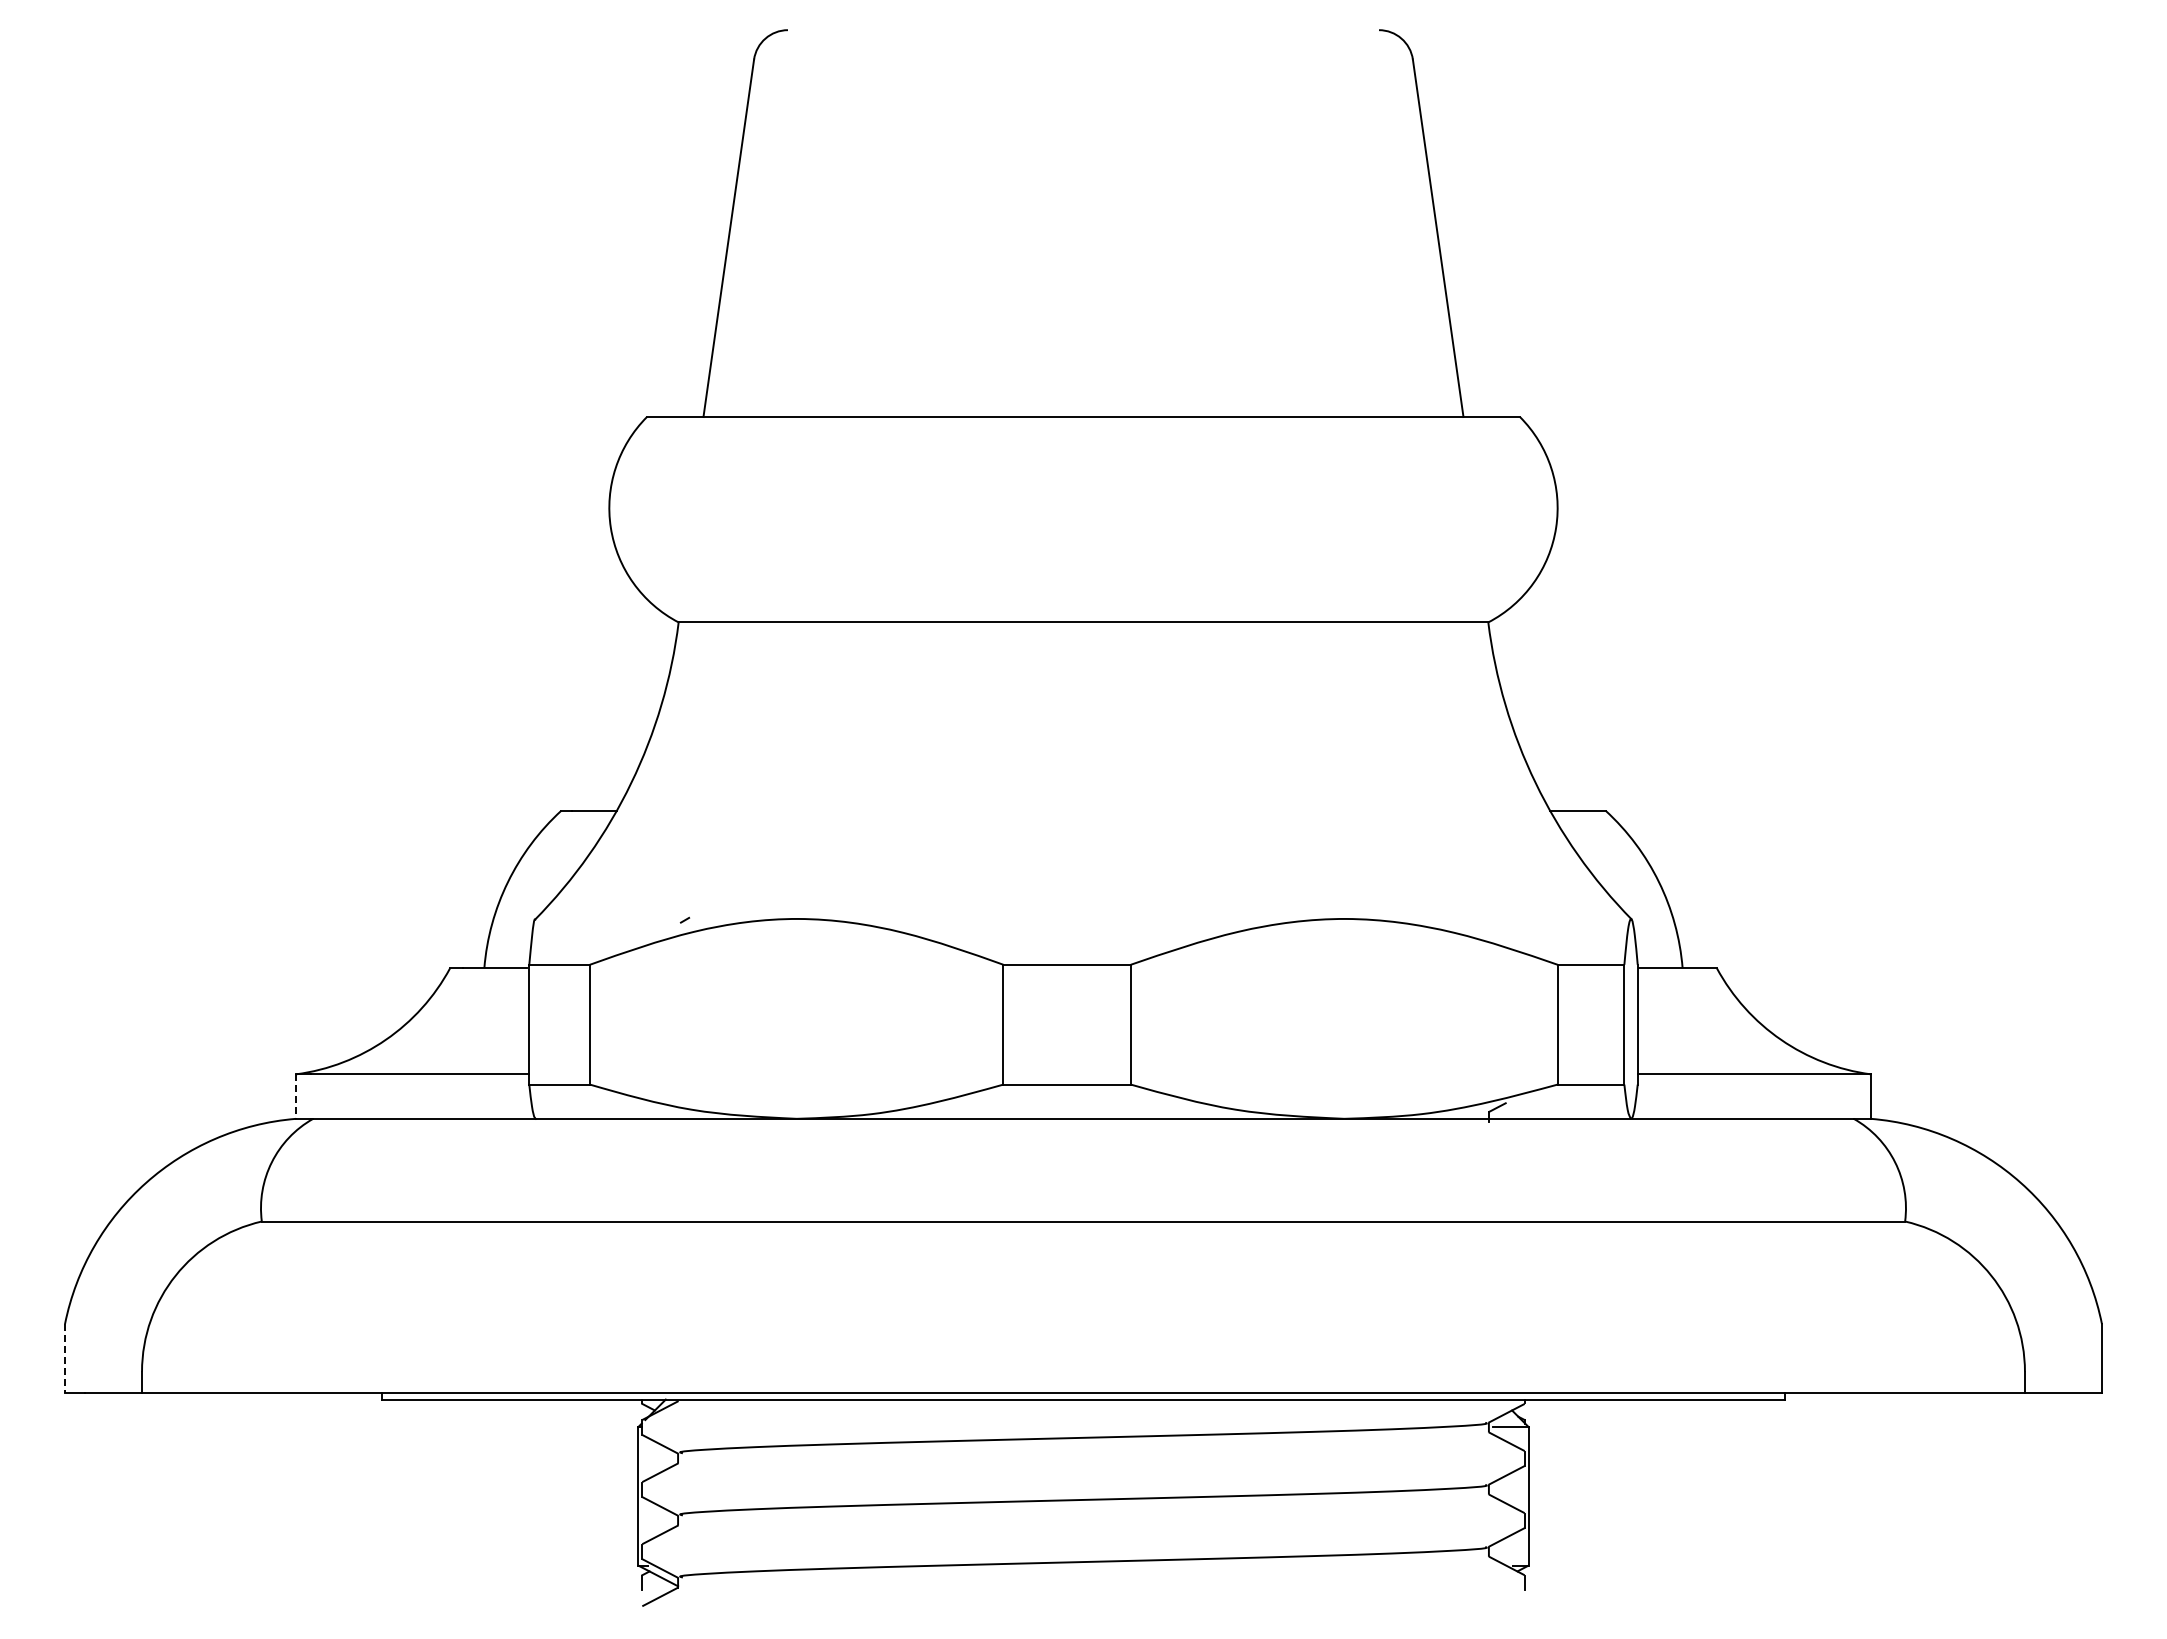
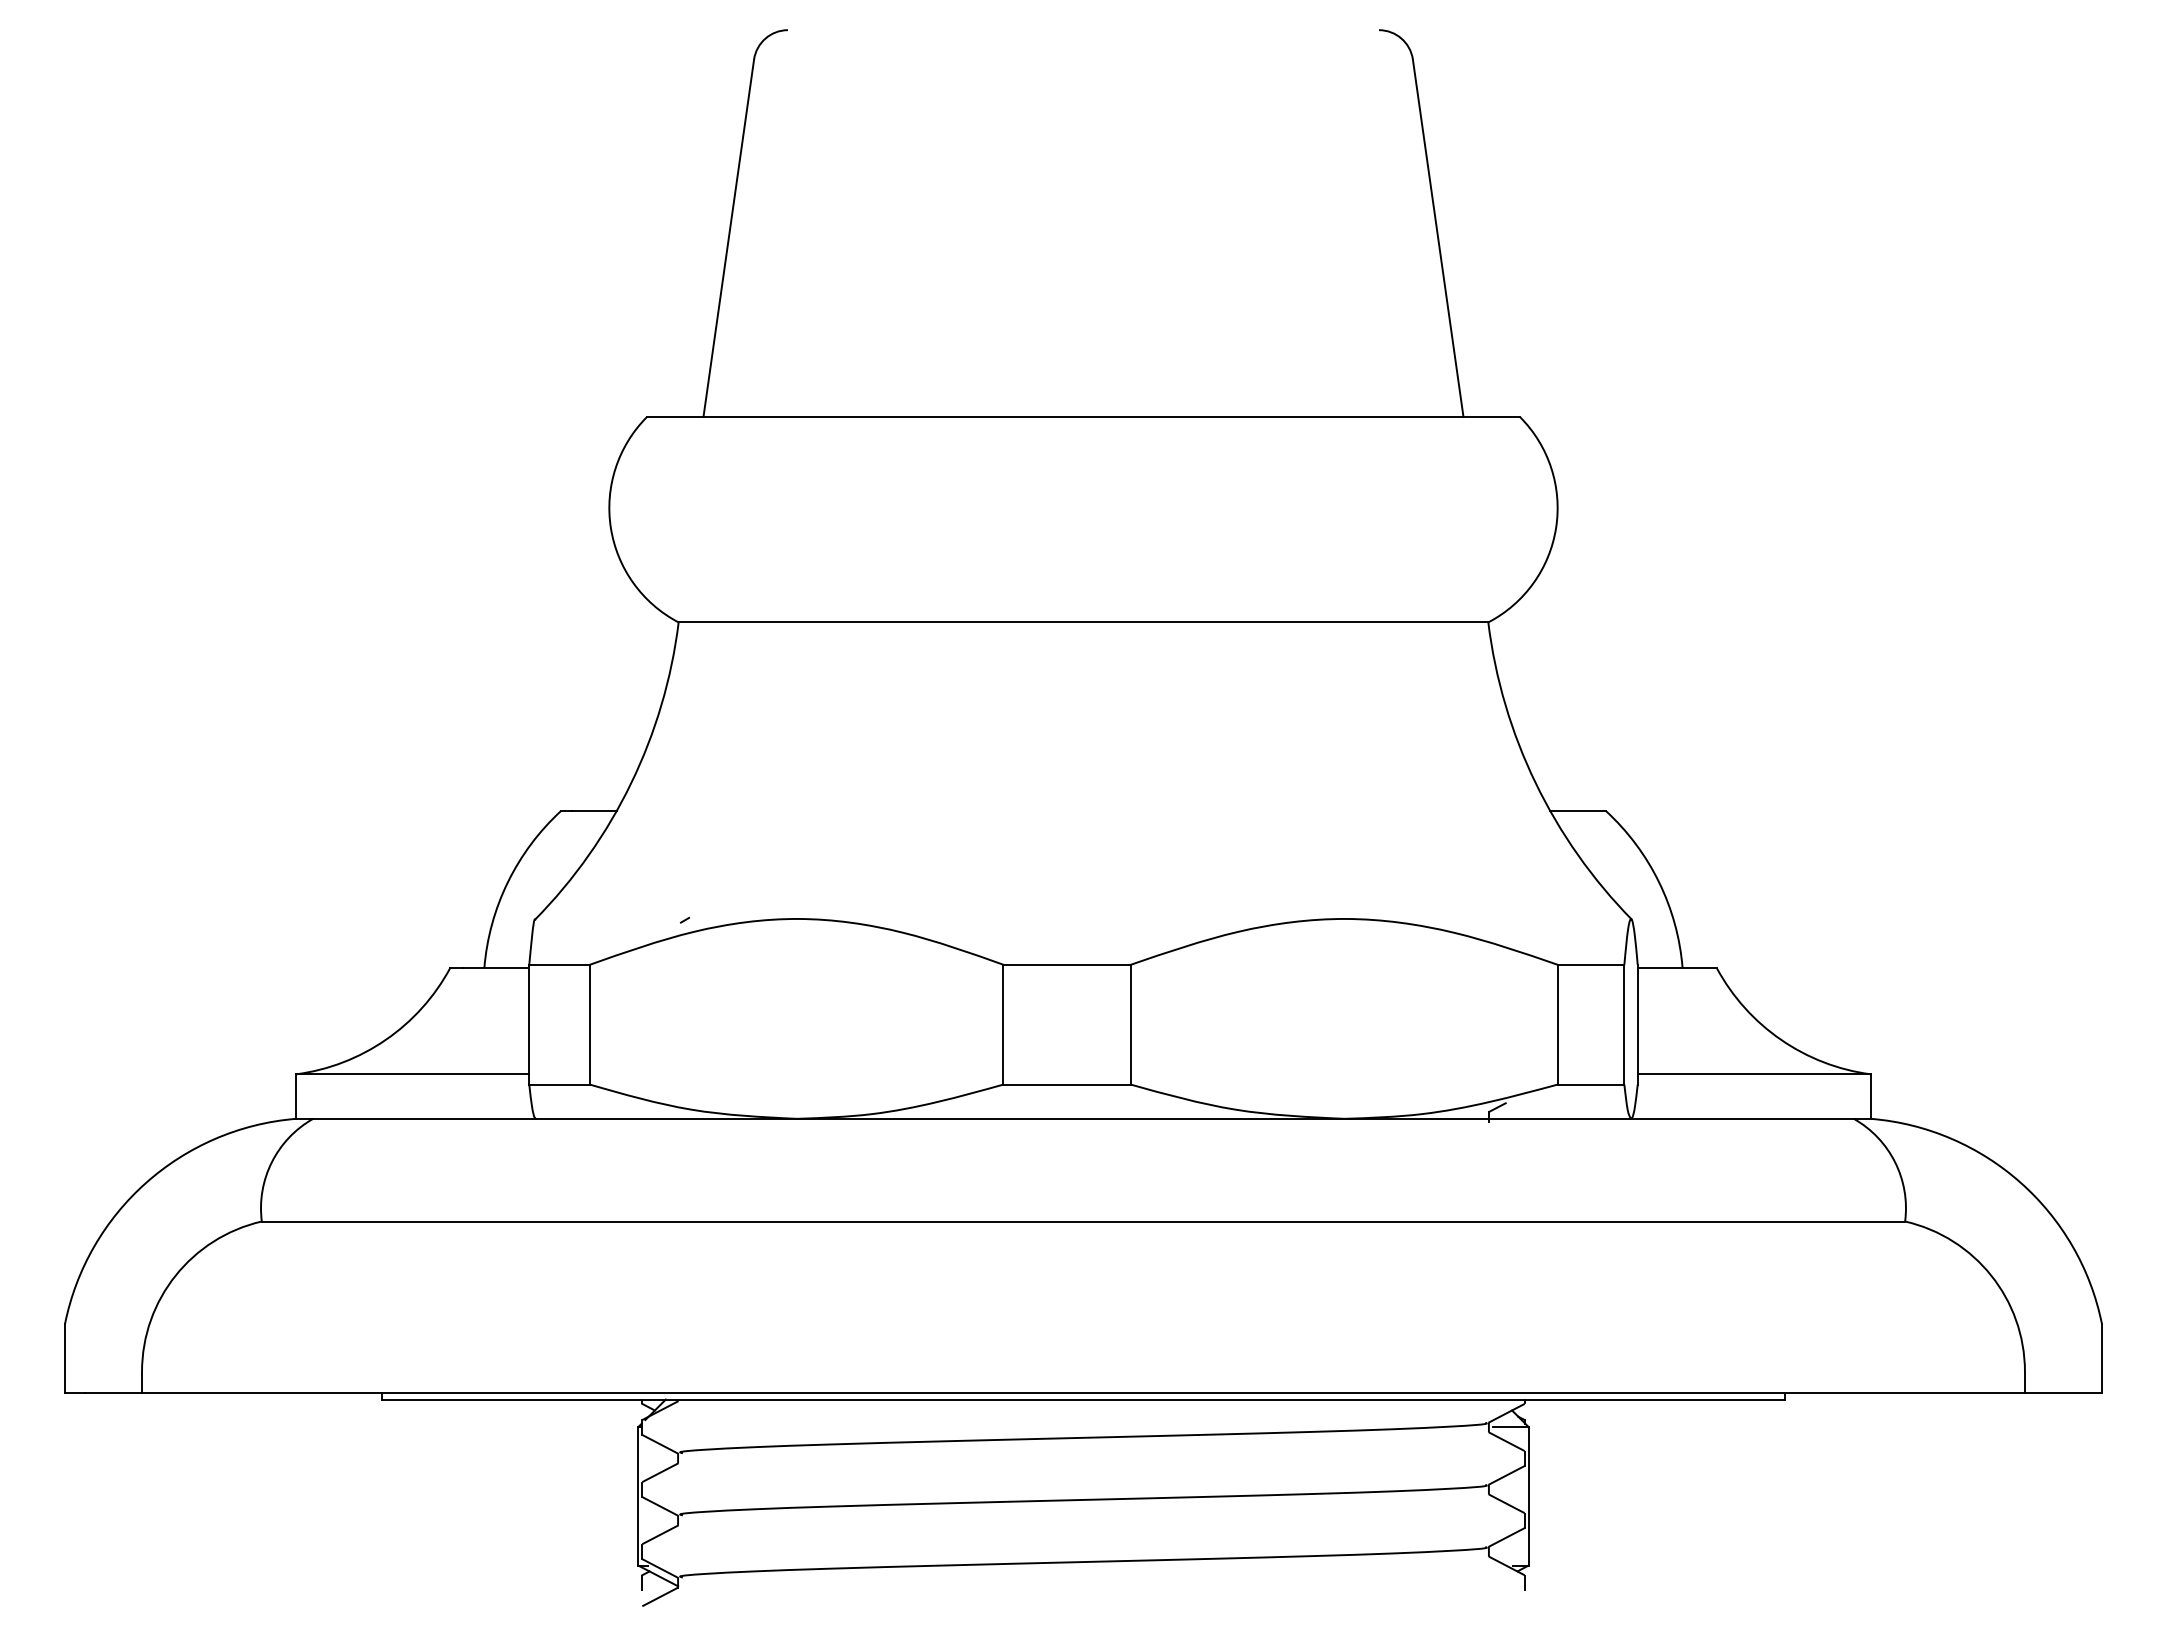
line at (296, 1097): dashed -> solid
line at (65, 1358): dashed -> solid
